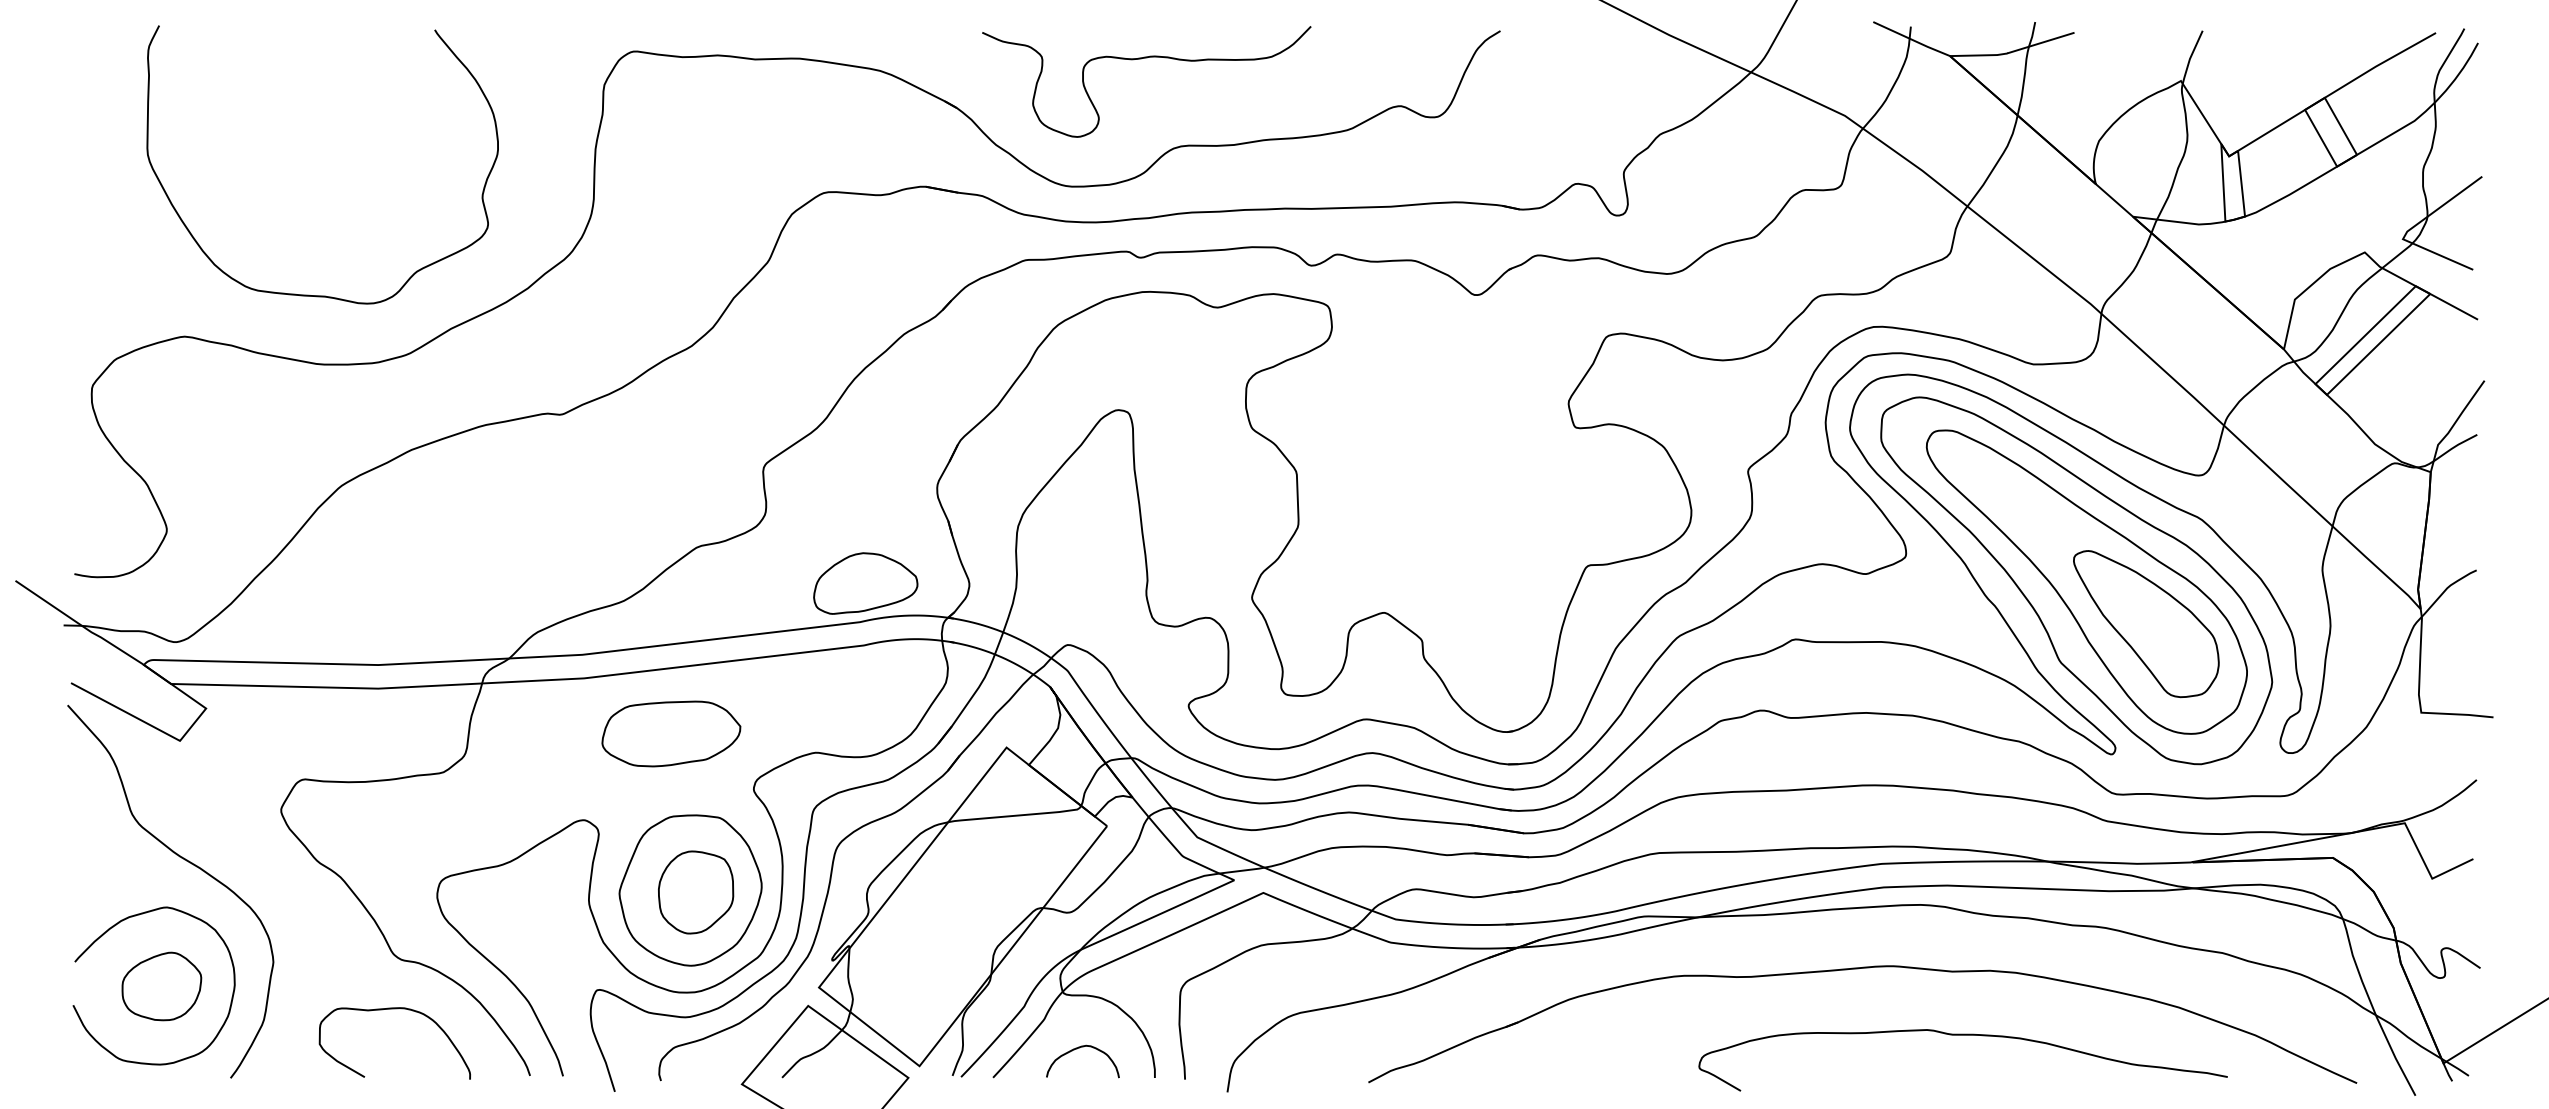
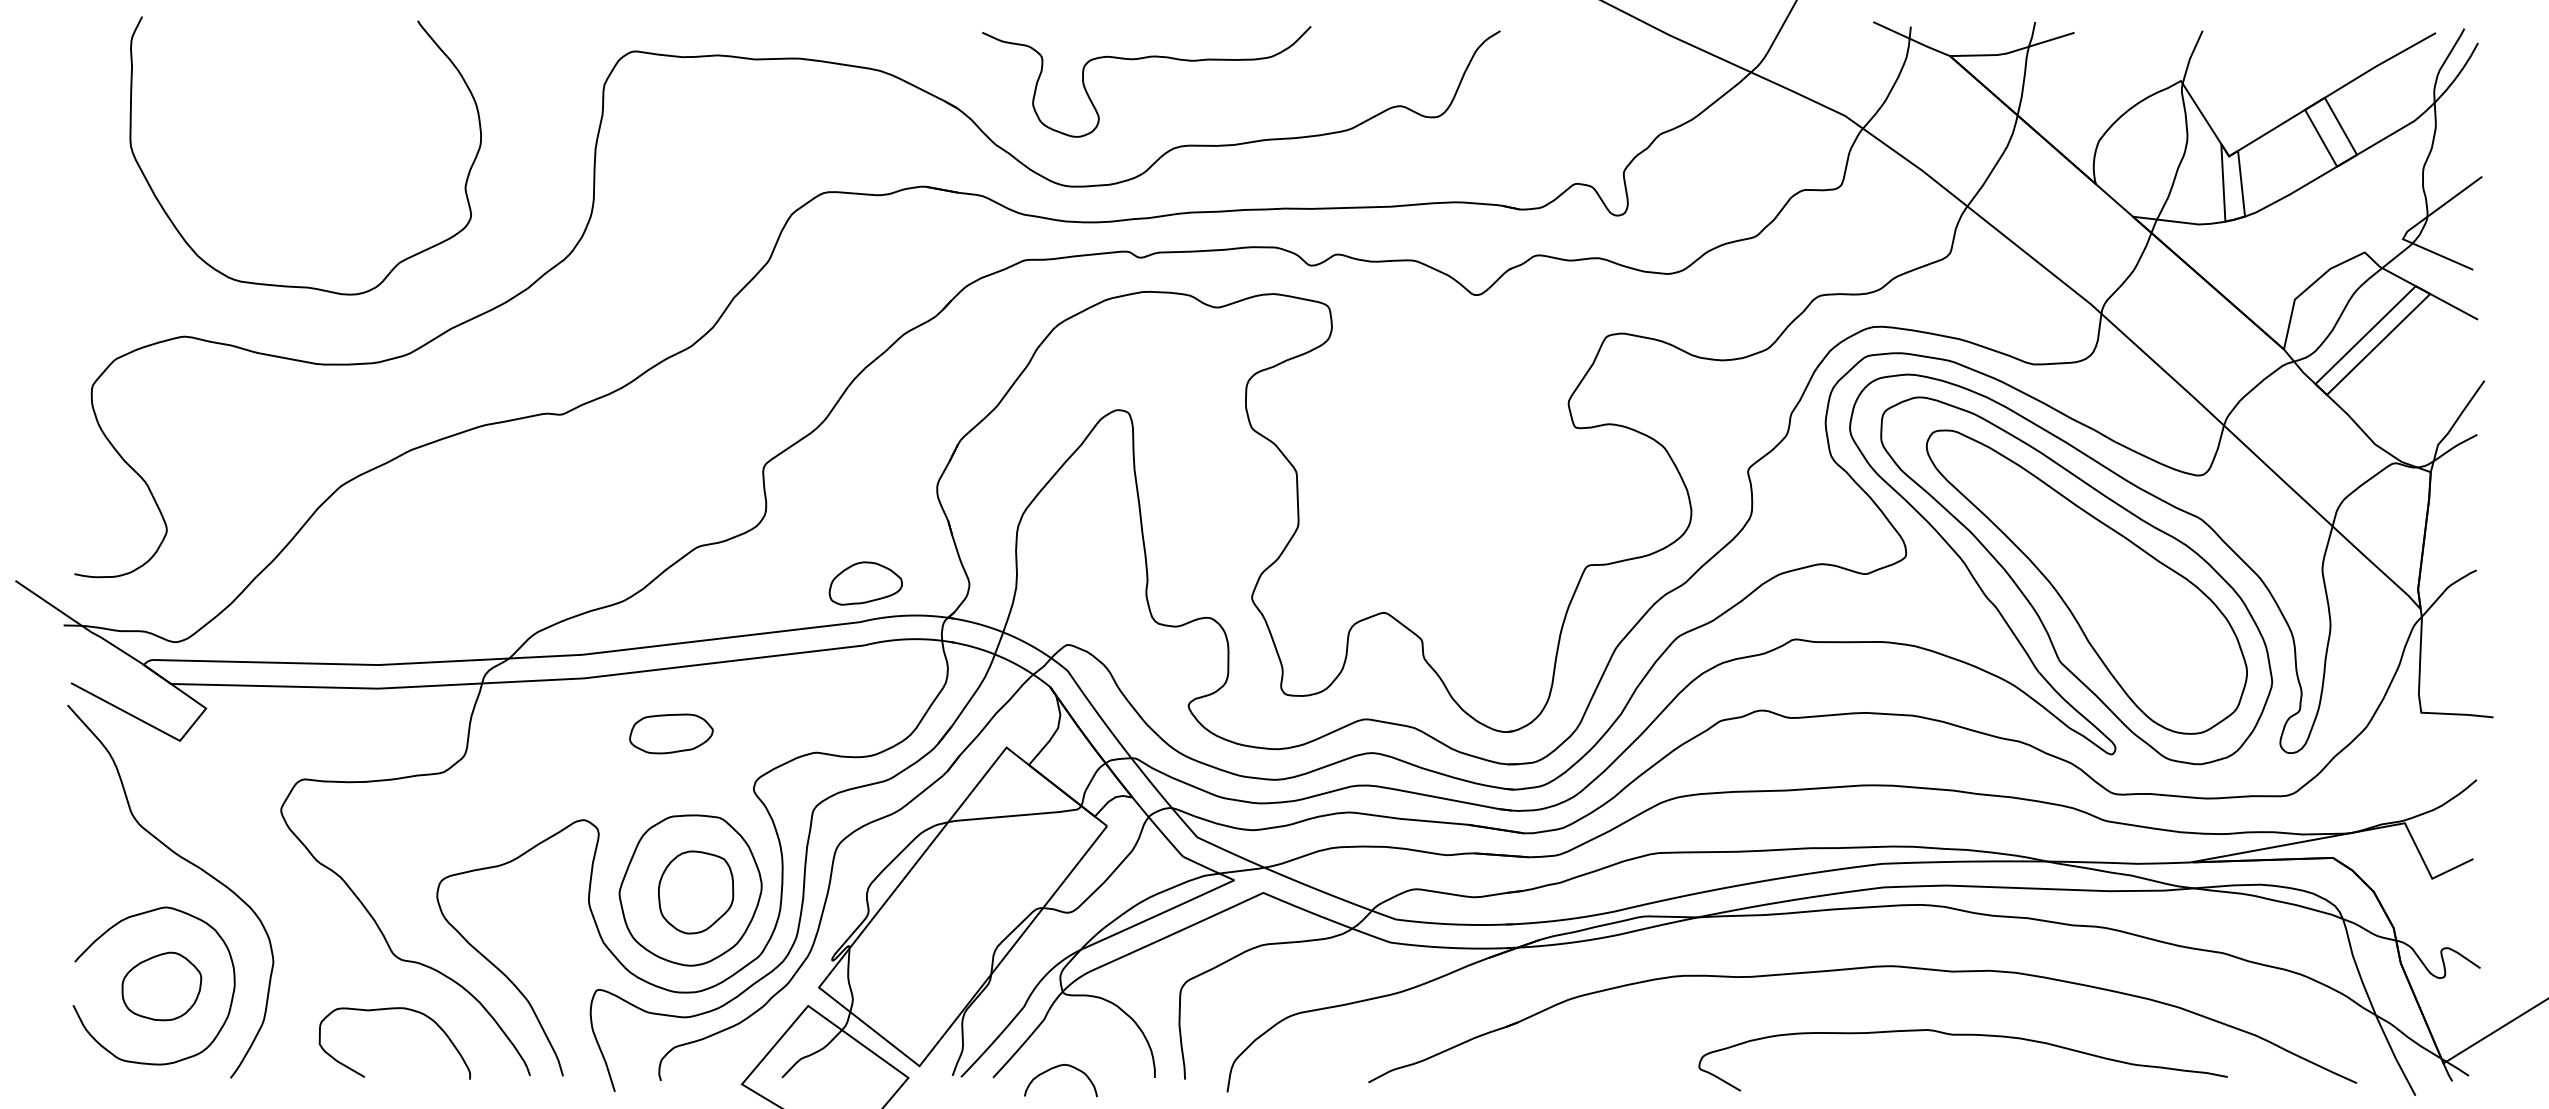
curve at (309, 294) position: (309, 294) -> (292, 285)
part at (865, 583) size: 106x63 px -> 75x45 px
part at (2146, 624): present -> none
part at (671, 733) size: 141x68 px -> 85x42 px
curve at (1077, 1049) position: (1077, 1049) -> (1055, 1068)
